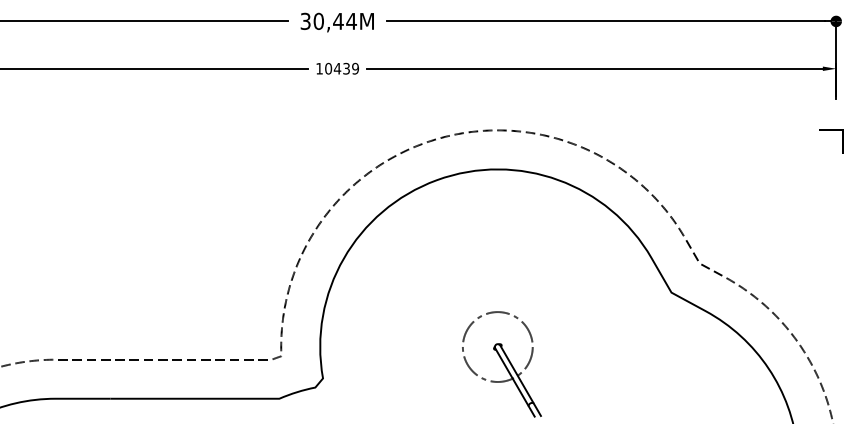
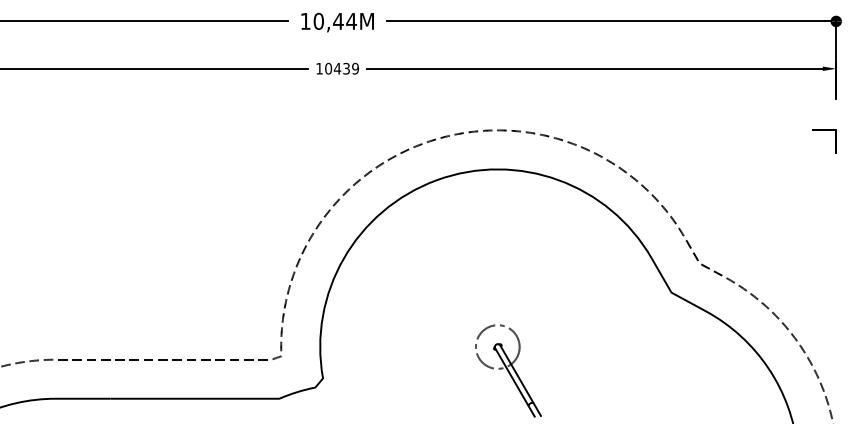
text at (305, 21): 30,44M -> 10,44M
part at (831, 130) position: (831, 130) -> (824, 130)
circle at (497, 346) diameter: 70 px -> 44 px
